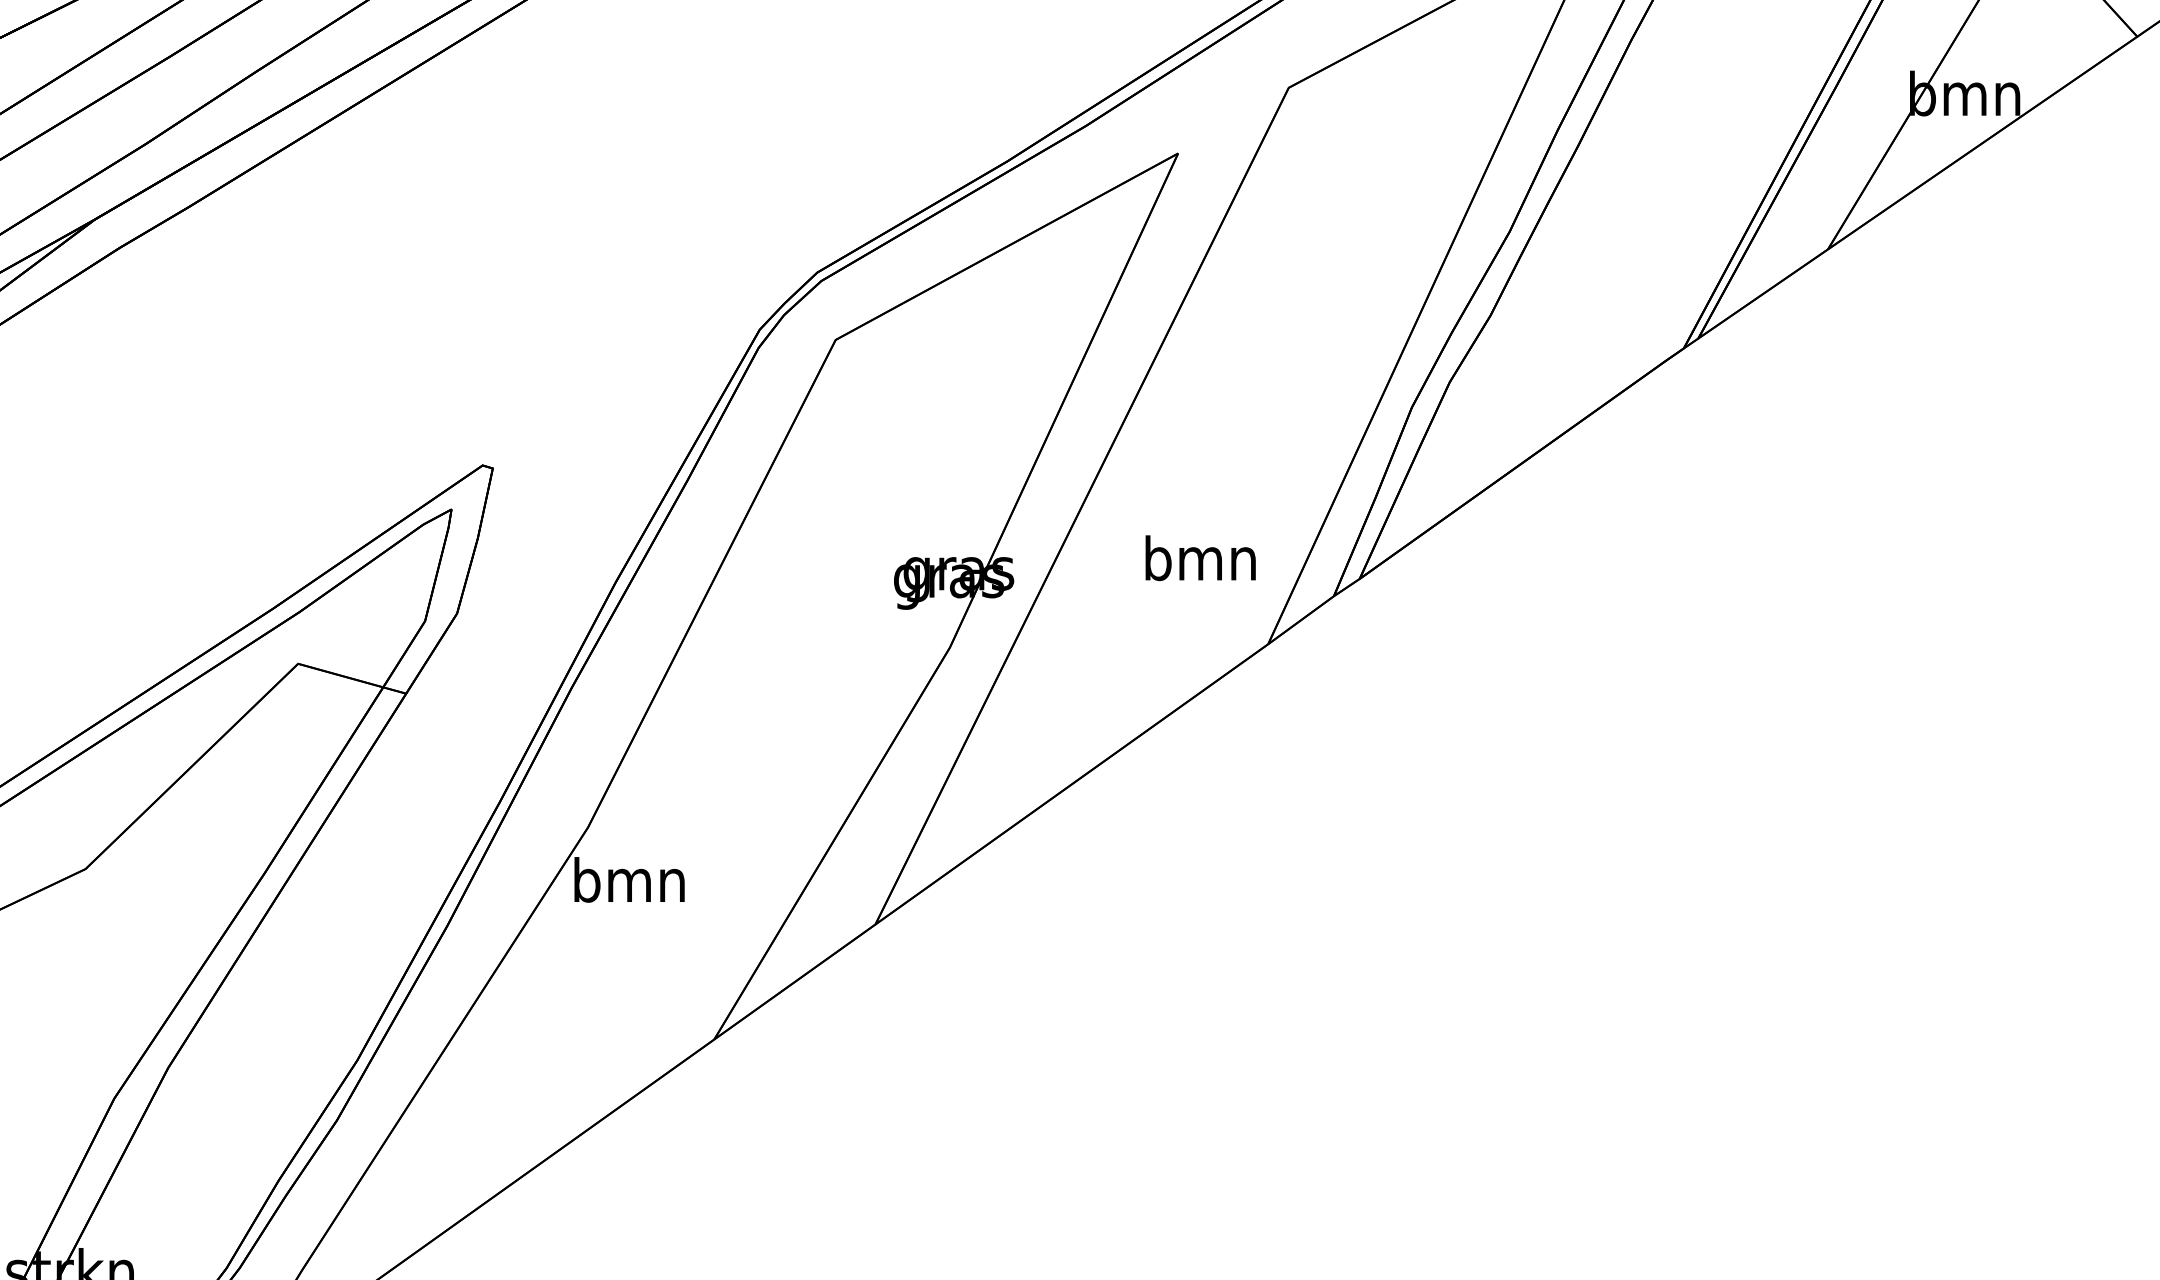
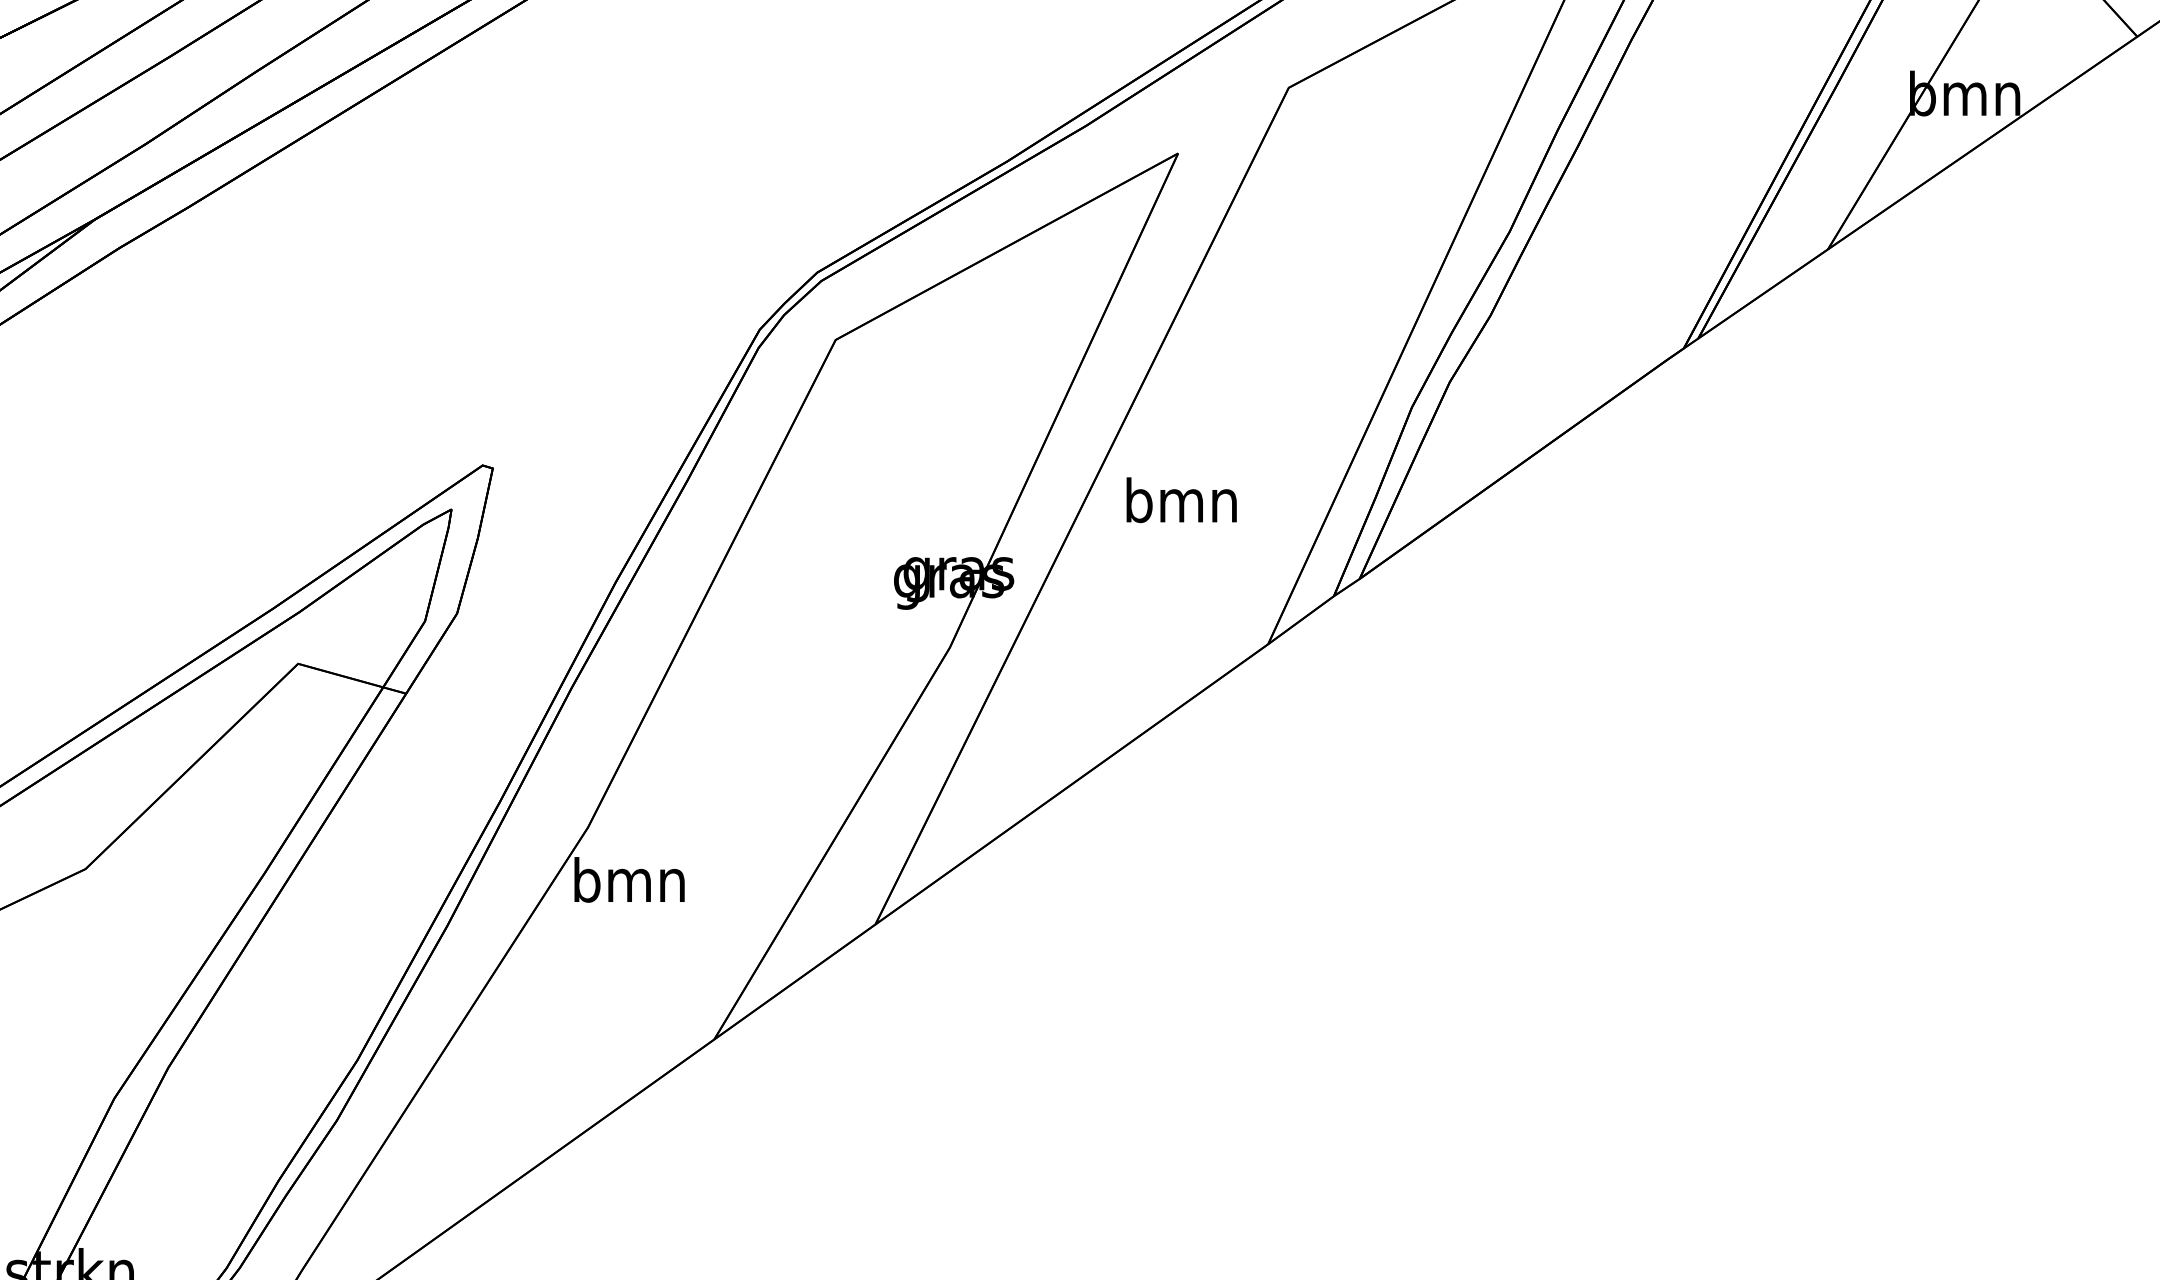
text at (1200, 558) position: (1200, 558) -> (1181, 500)
